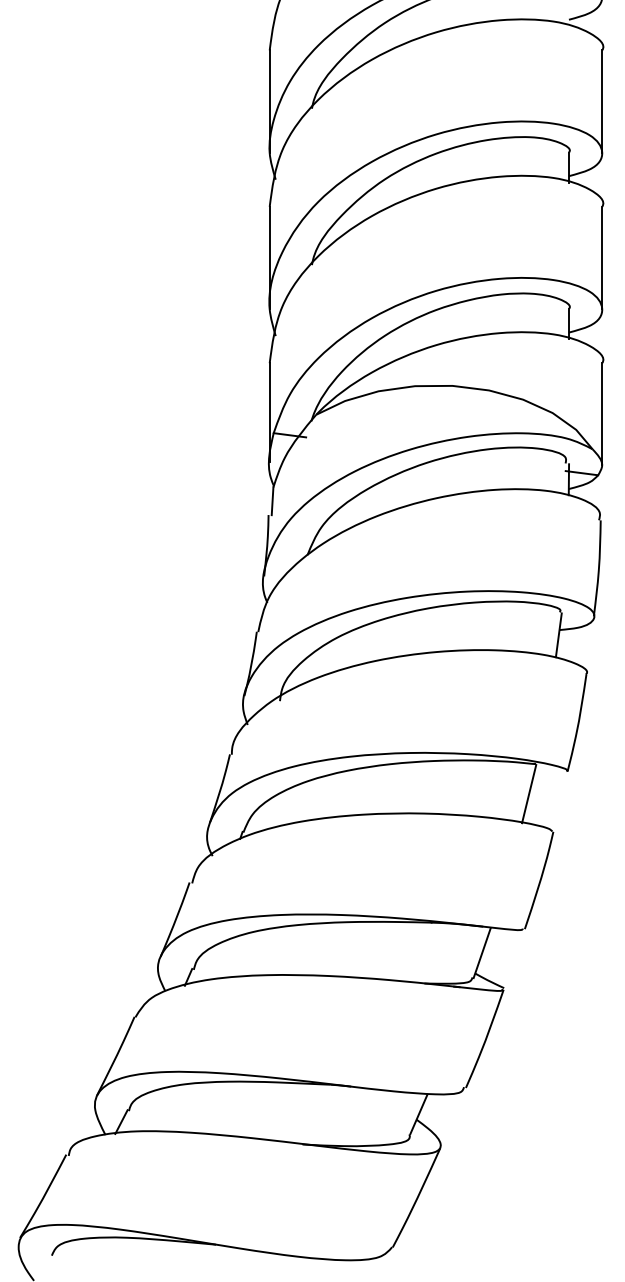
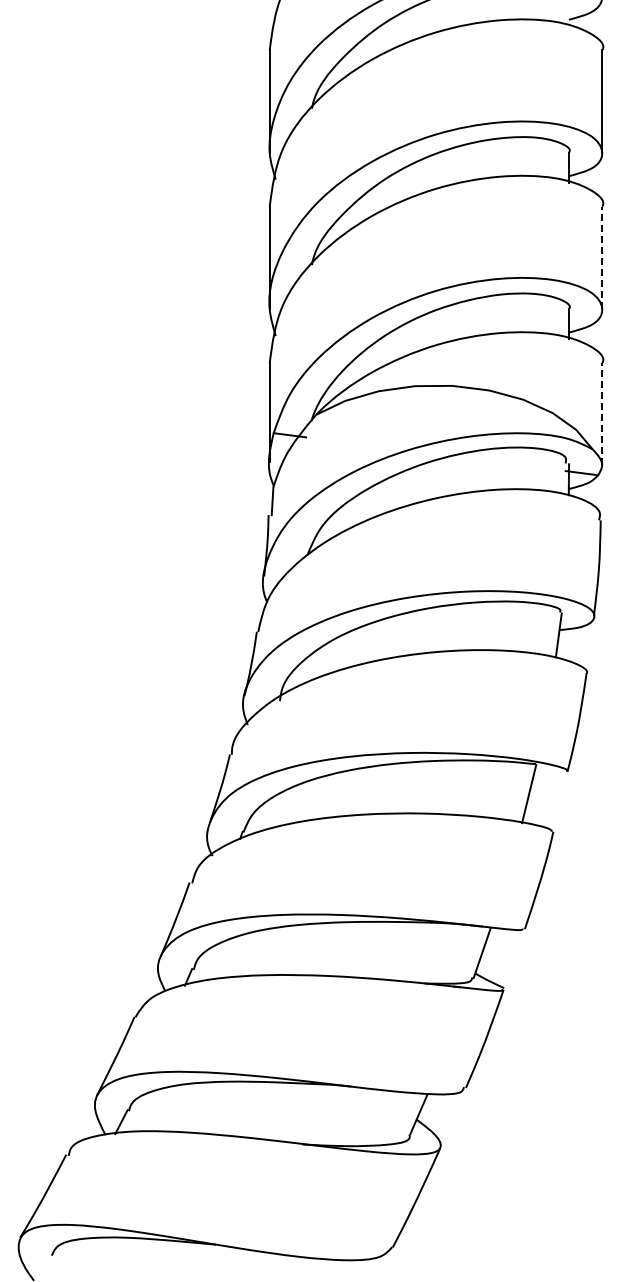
line at (602, 257): solid -> dashed
line at (602, 413): solid -> dashed
